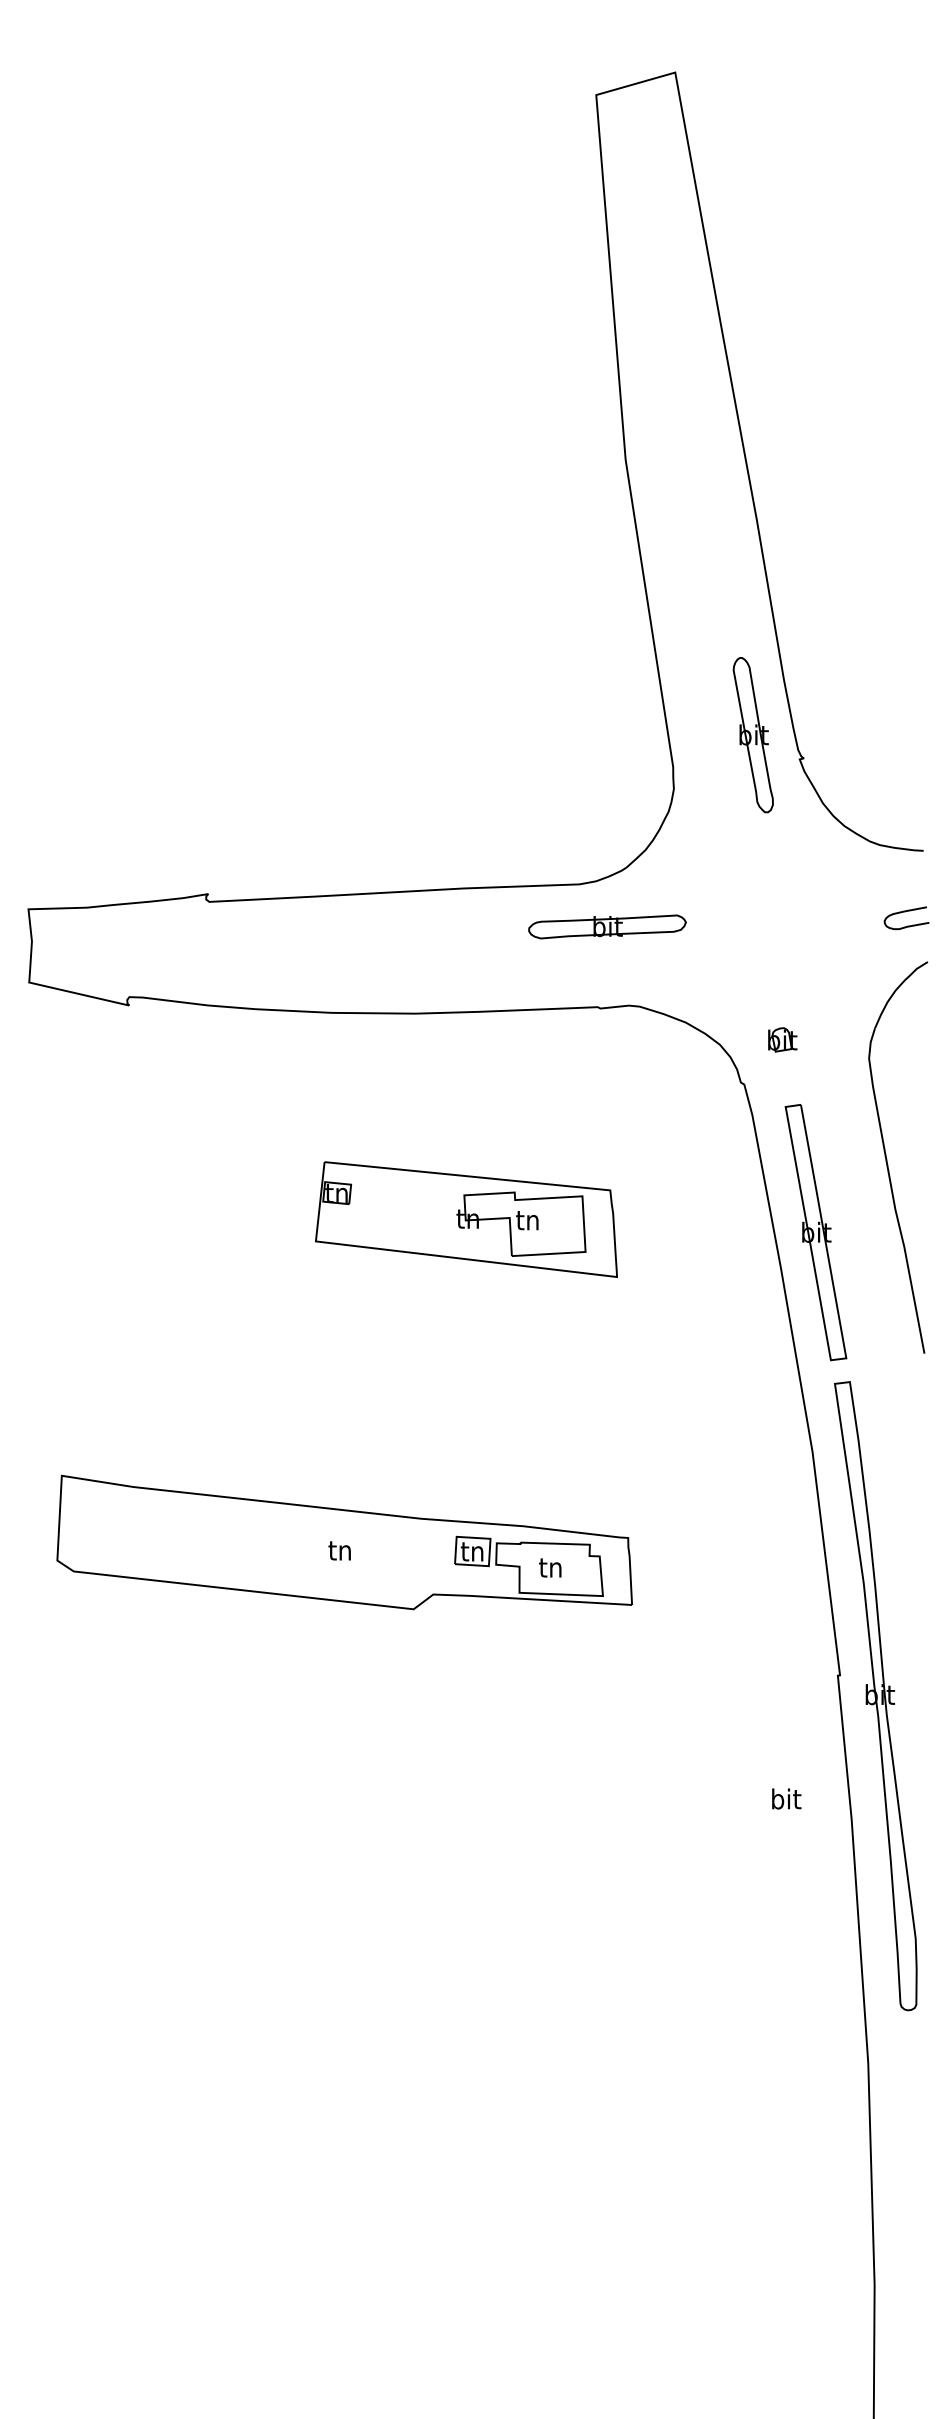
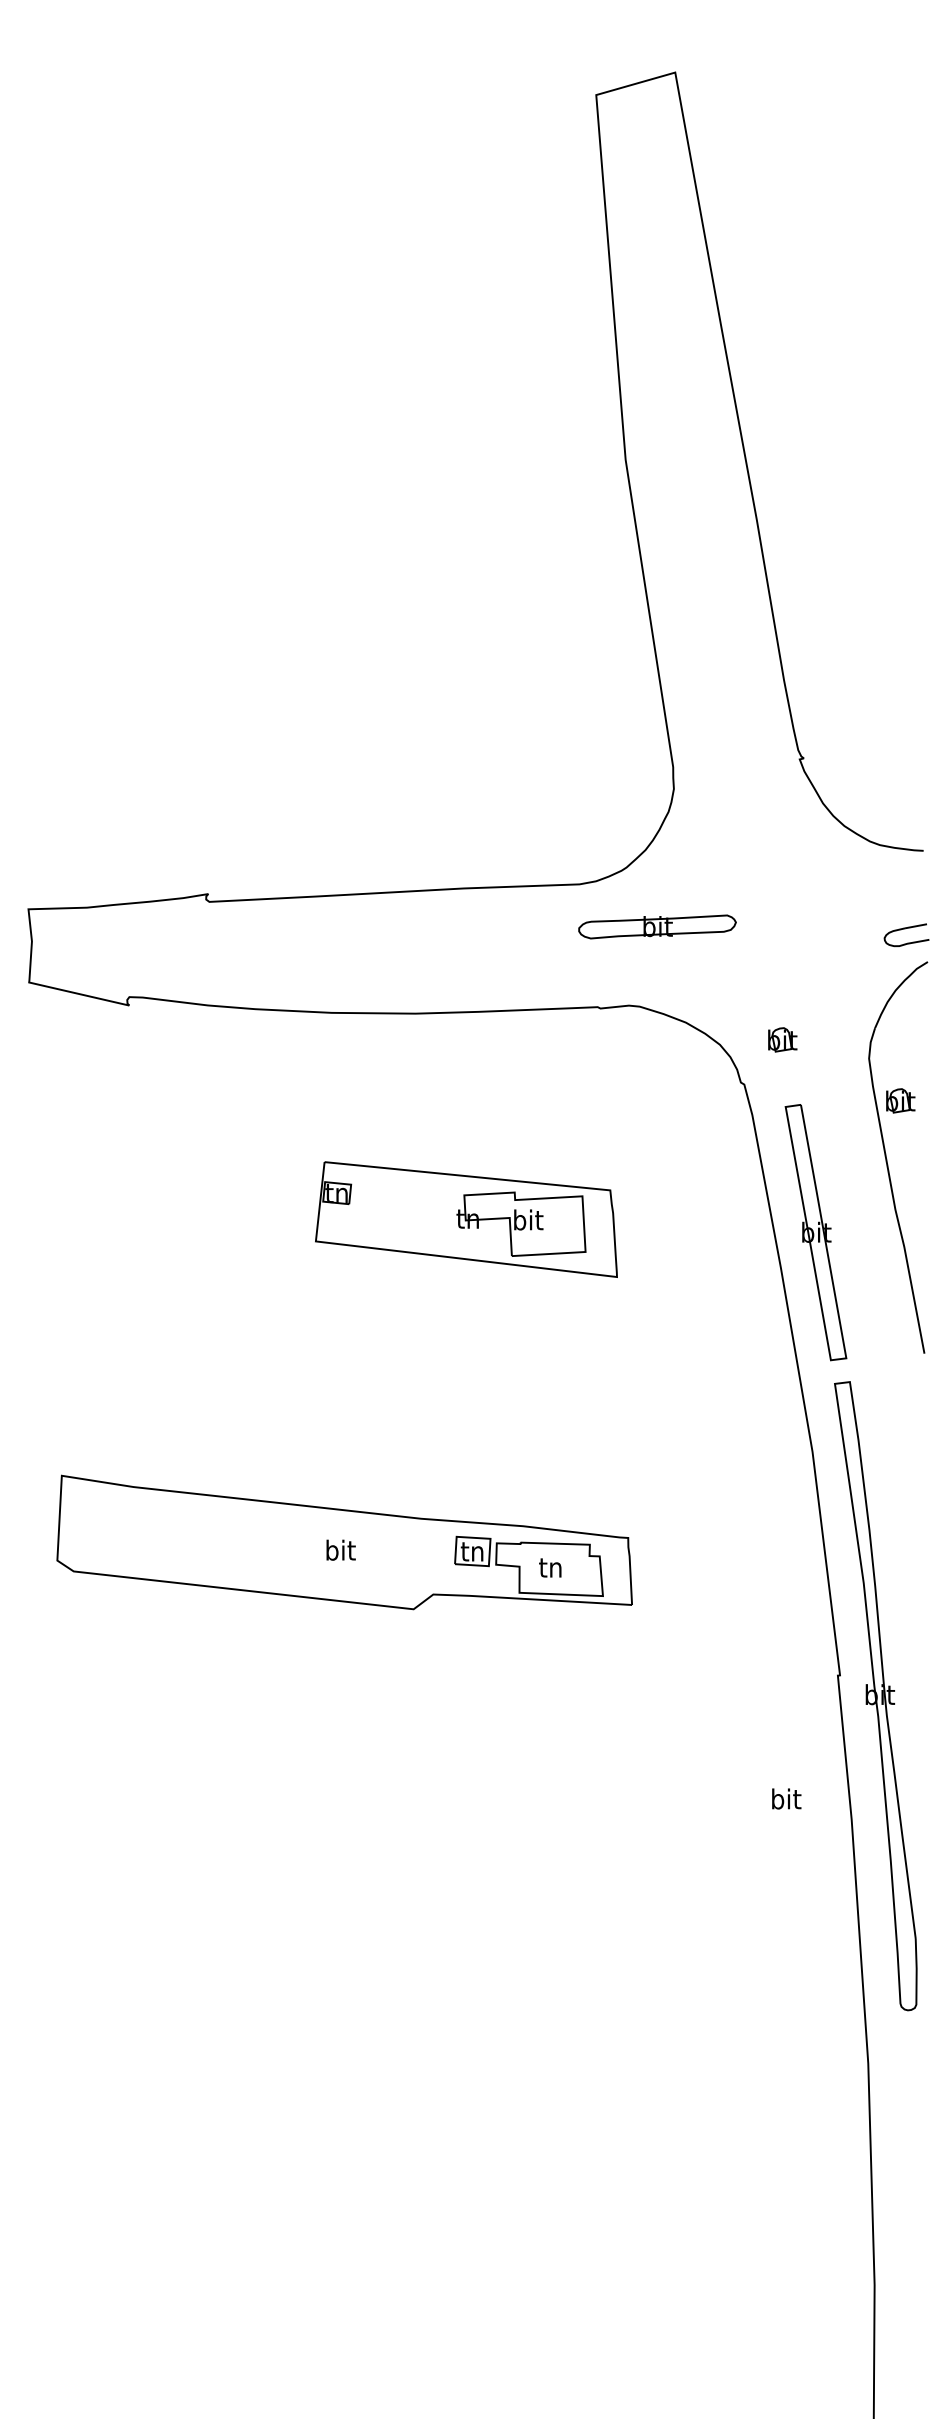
part at (752, 735): present -> none
part at (905, 912) position: (905, 912) -> (905, 929)
part at (607, 926) position: (607, 926) -> (657, 926)
part at (900, 1100): none -> present
text at (528, 1219): tn -> bit
text at (340, 1549): tn -> bit
